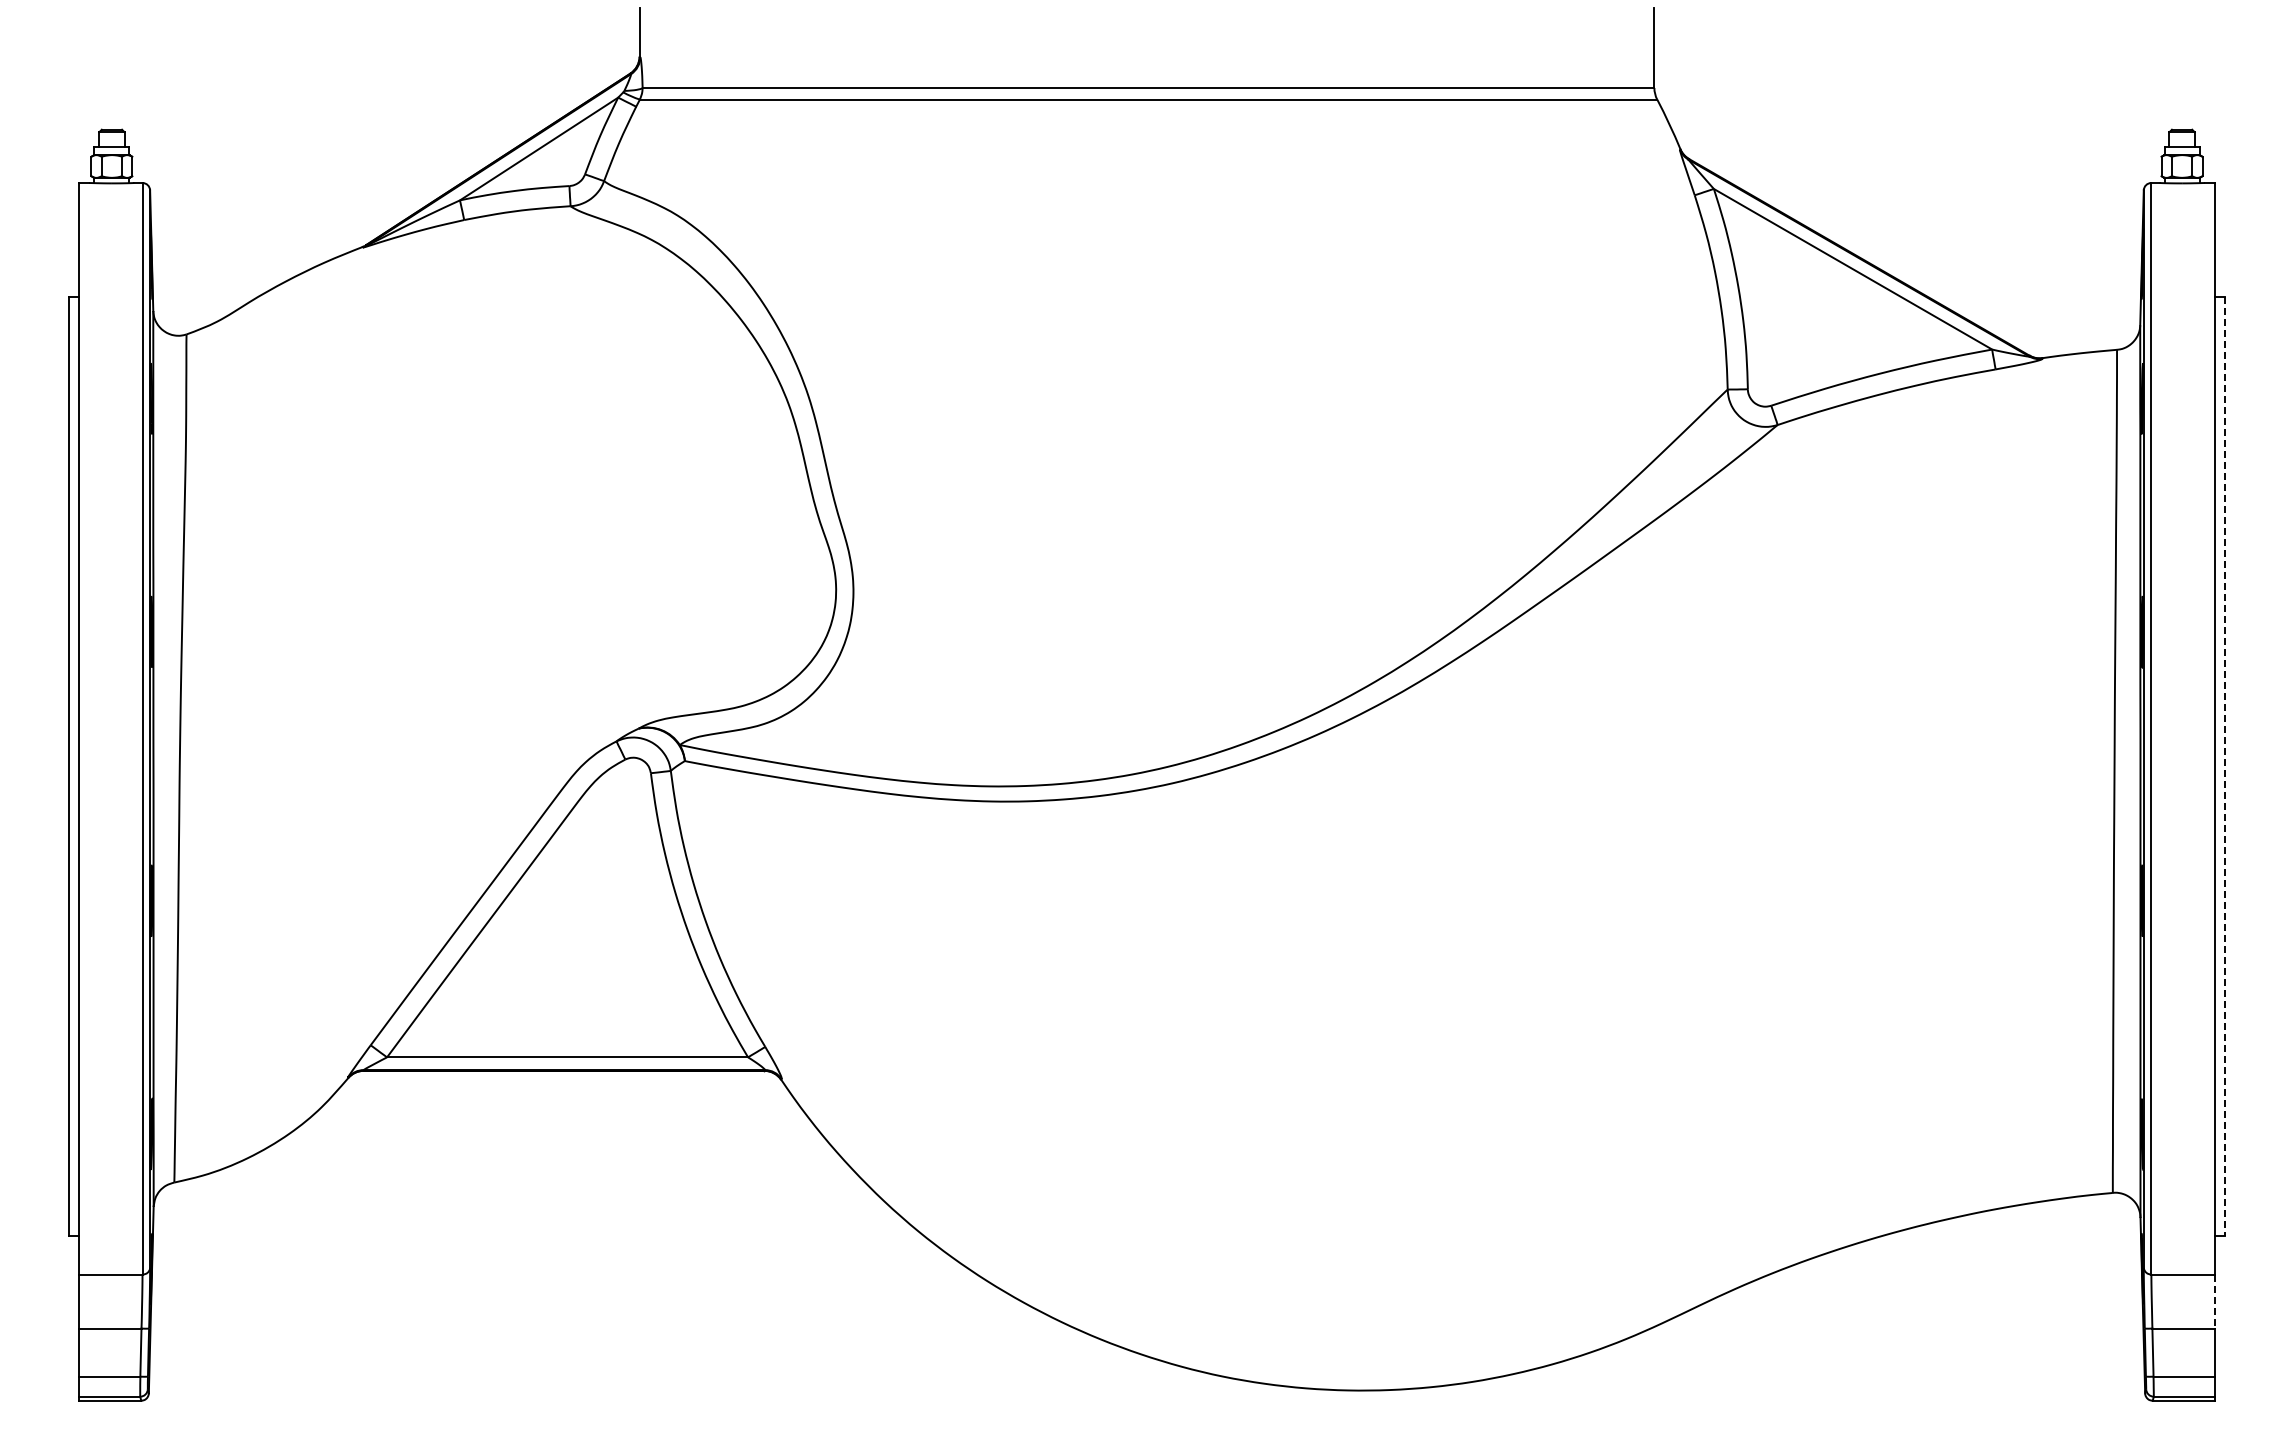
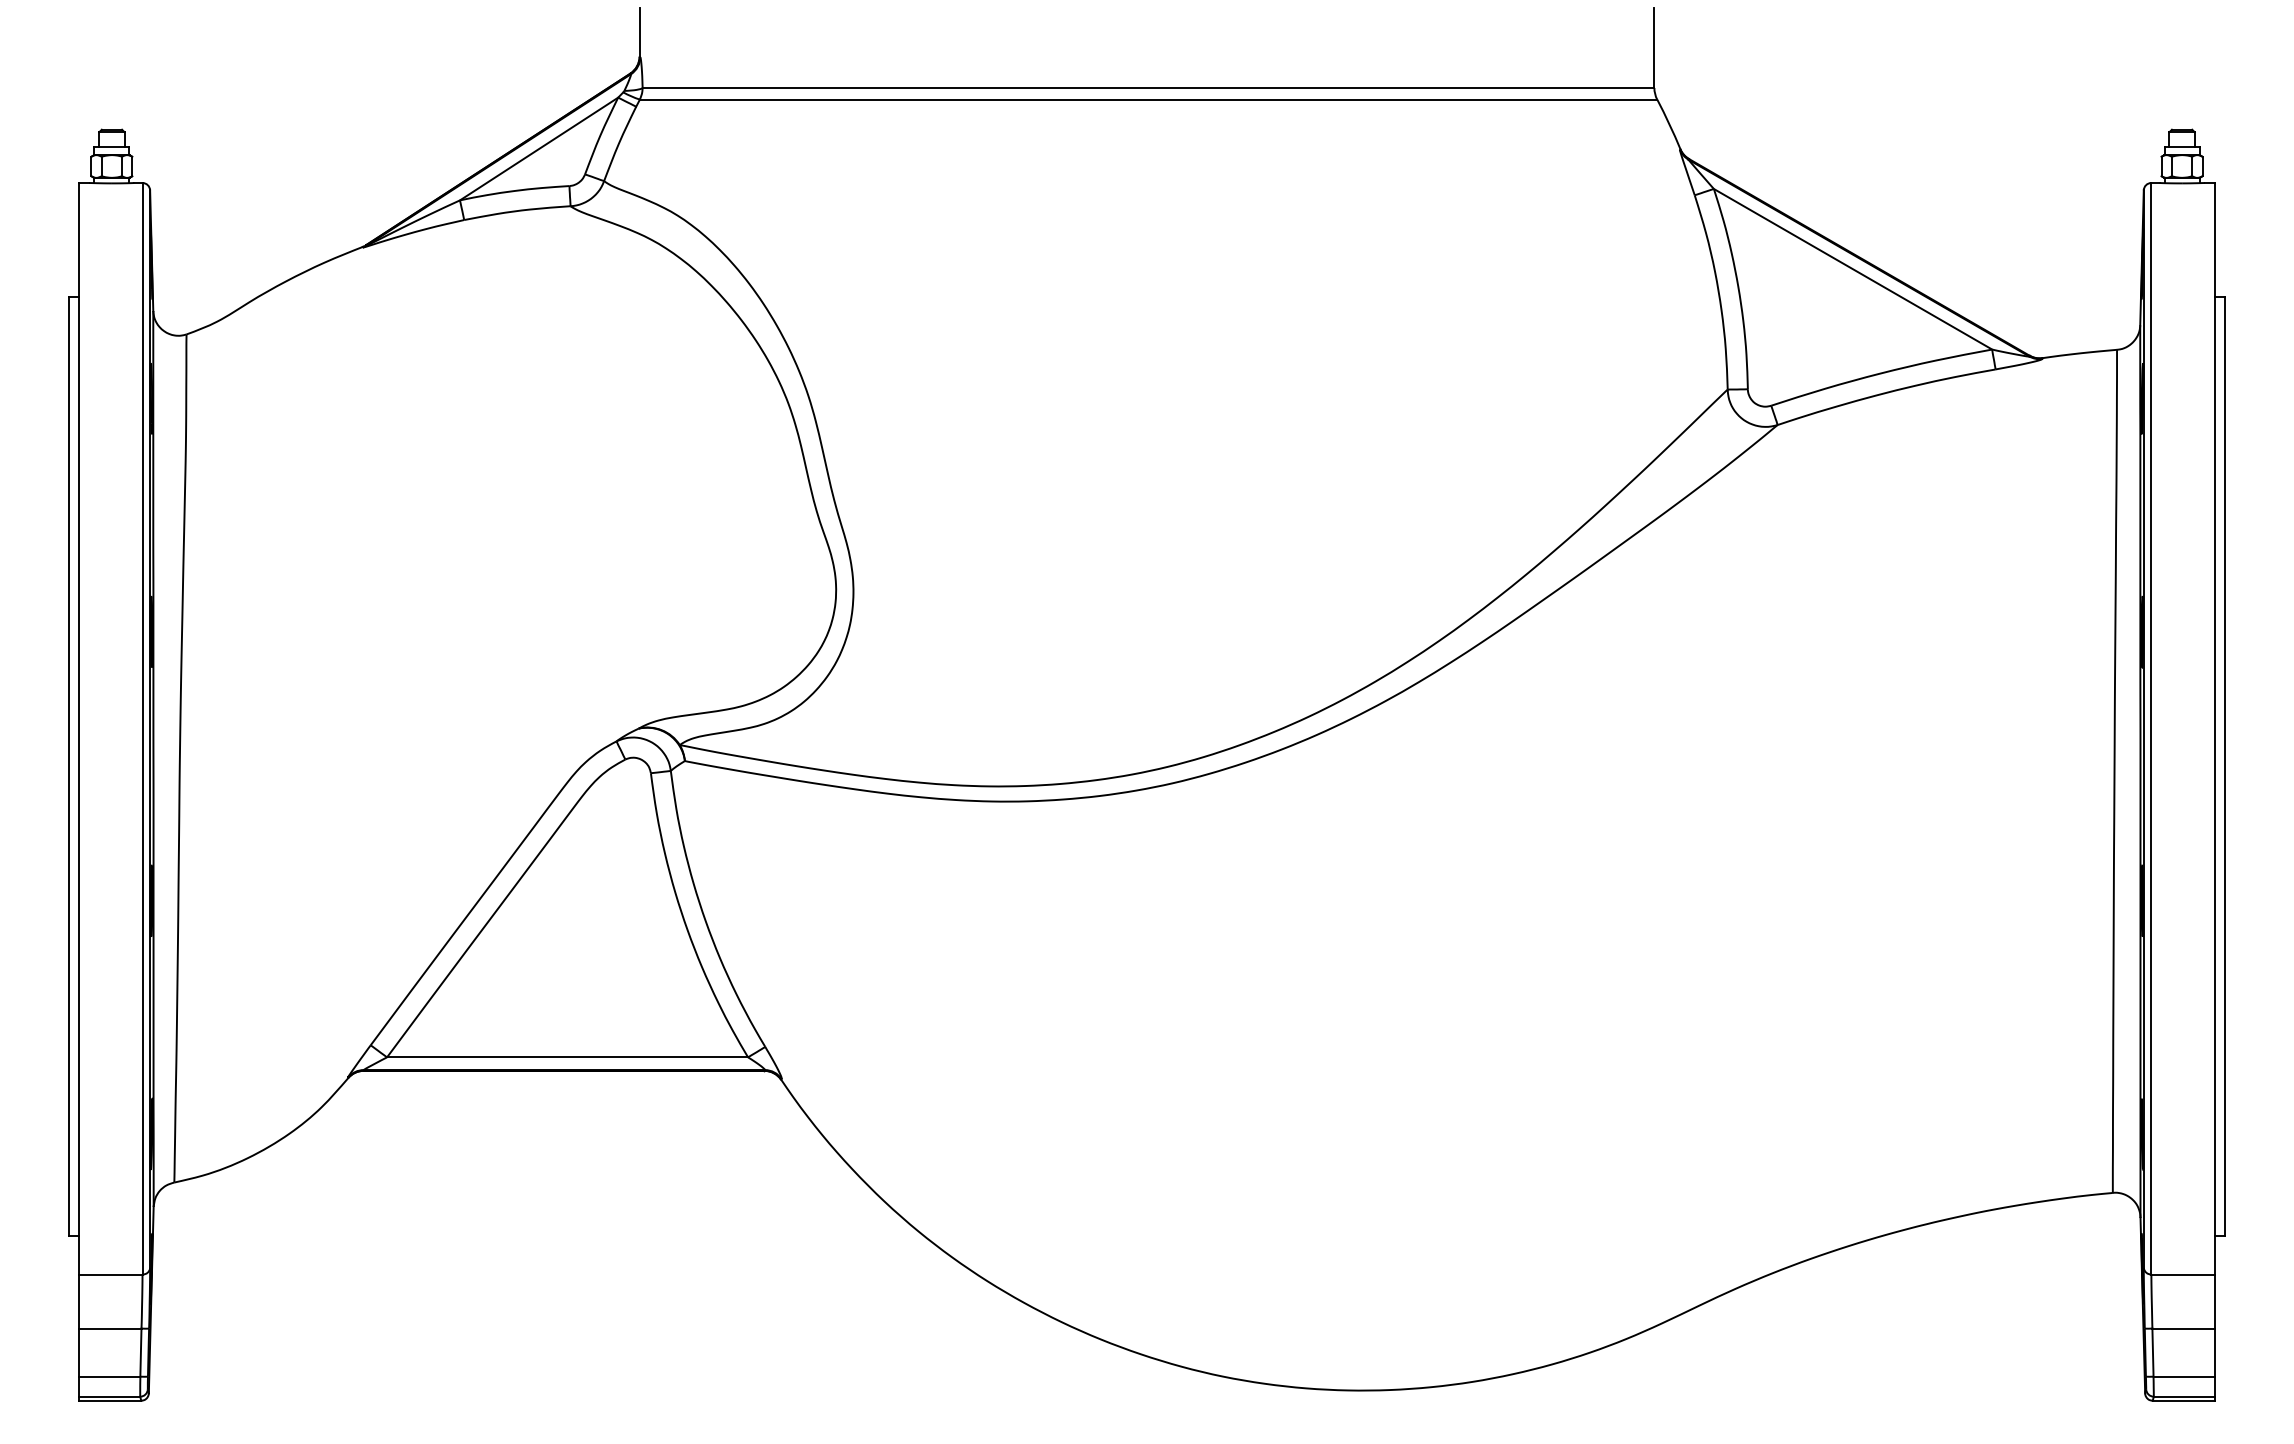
line at (2225, 767): dashed -> solid
line at (2215, 1302): dashed -> solid
